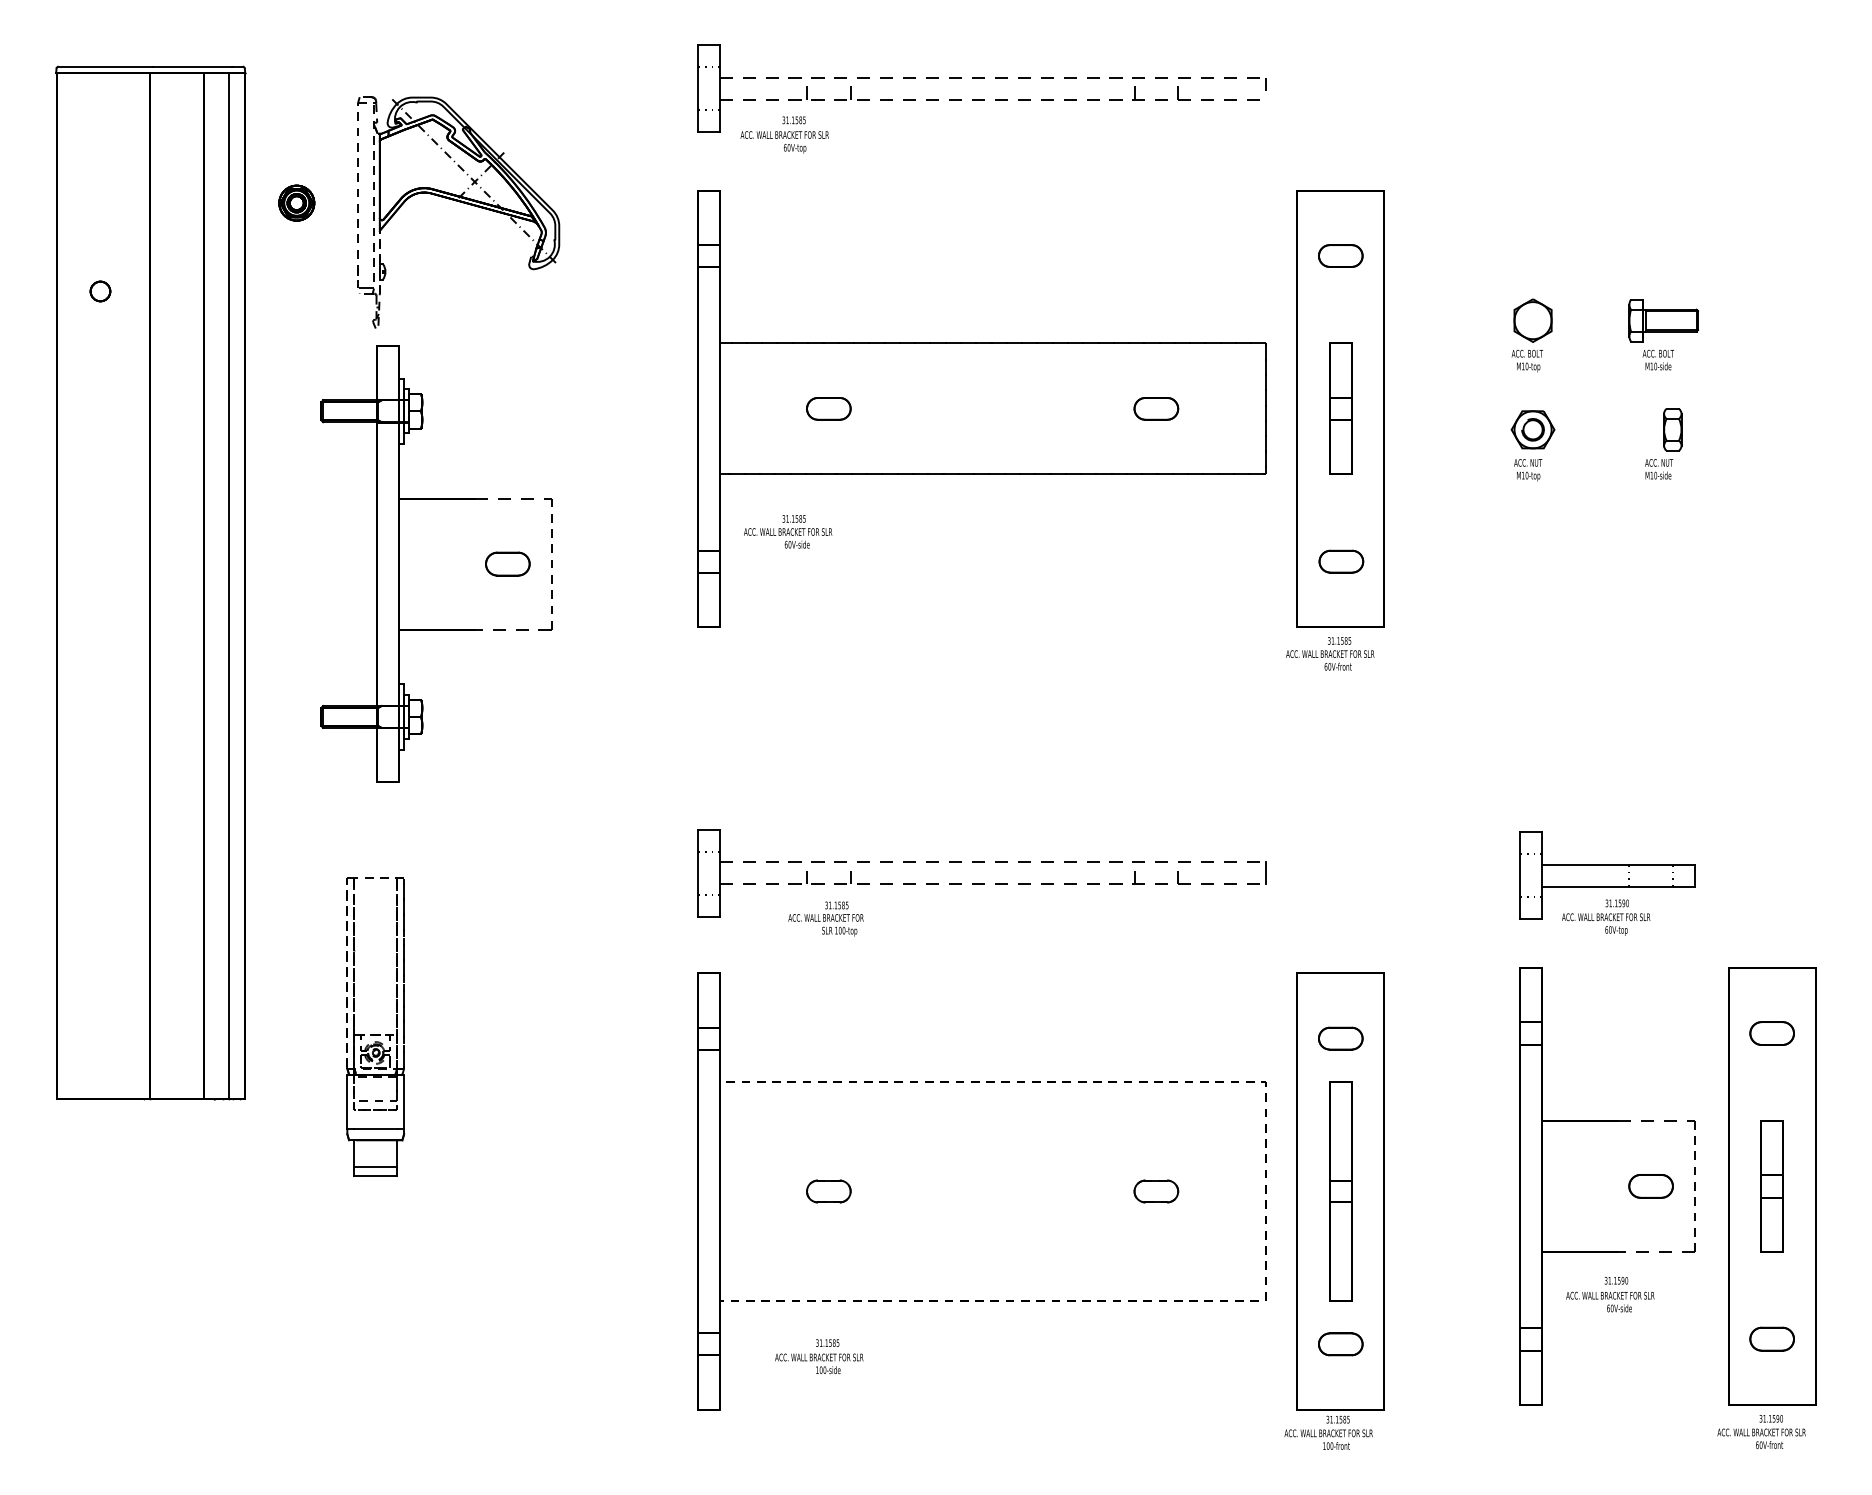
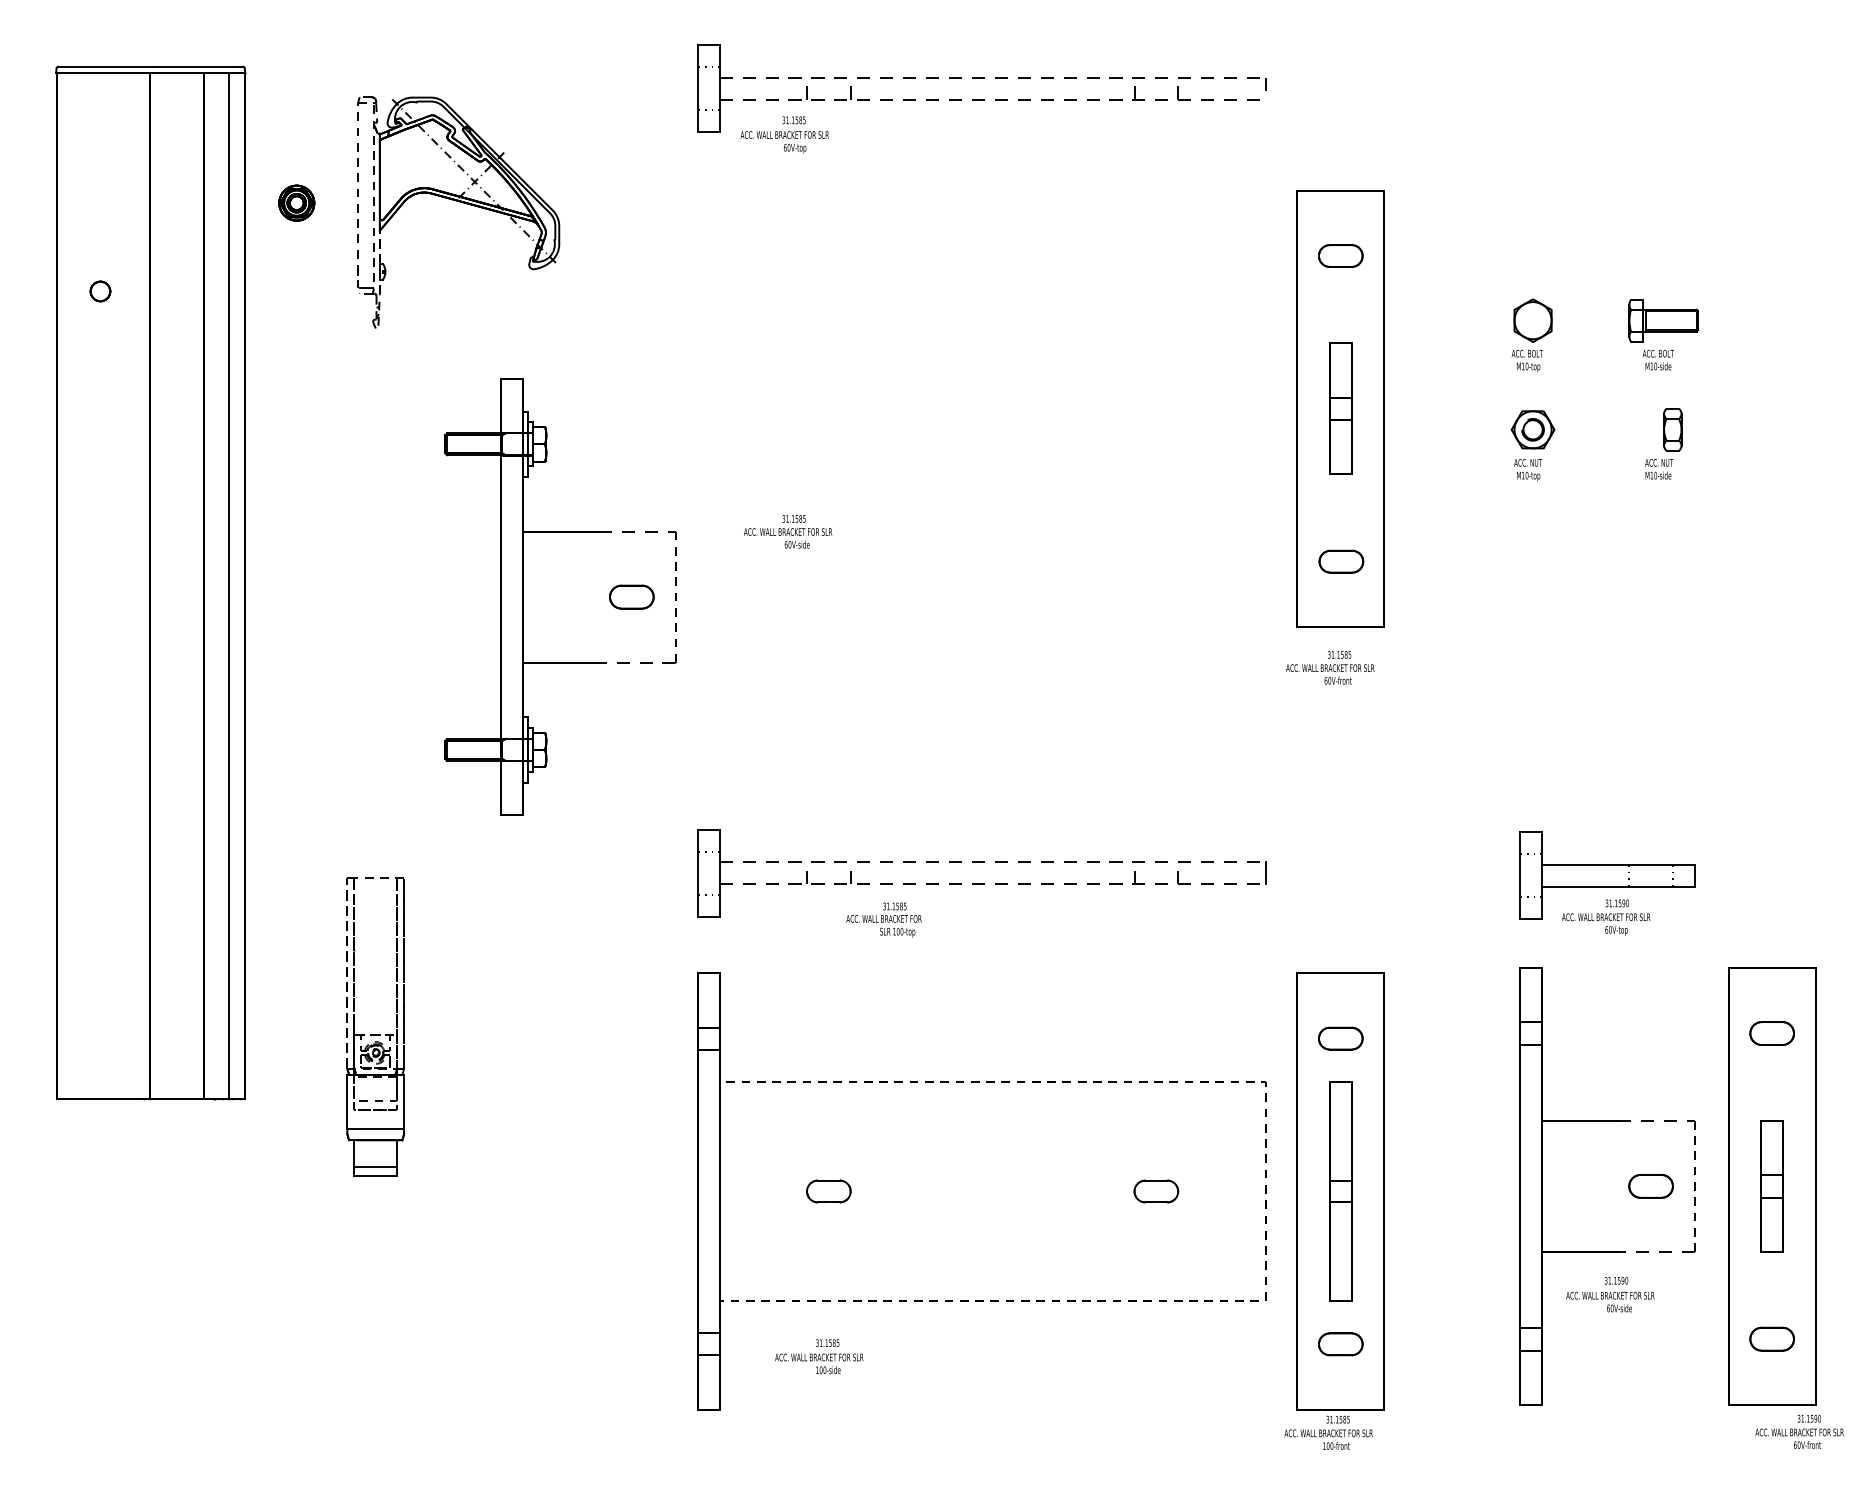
part at (981, 408): present -> none
part at (399, 563) position: (399, 563) -> (523, 596)
text at (1330, 653) position: (1330, 653) -> (1330, 667)
text at (825, 918) position: (825, 918) -> (883, 919)
text at (1761, 1431) position: (1761, 1431) -> (1799, 1431)
